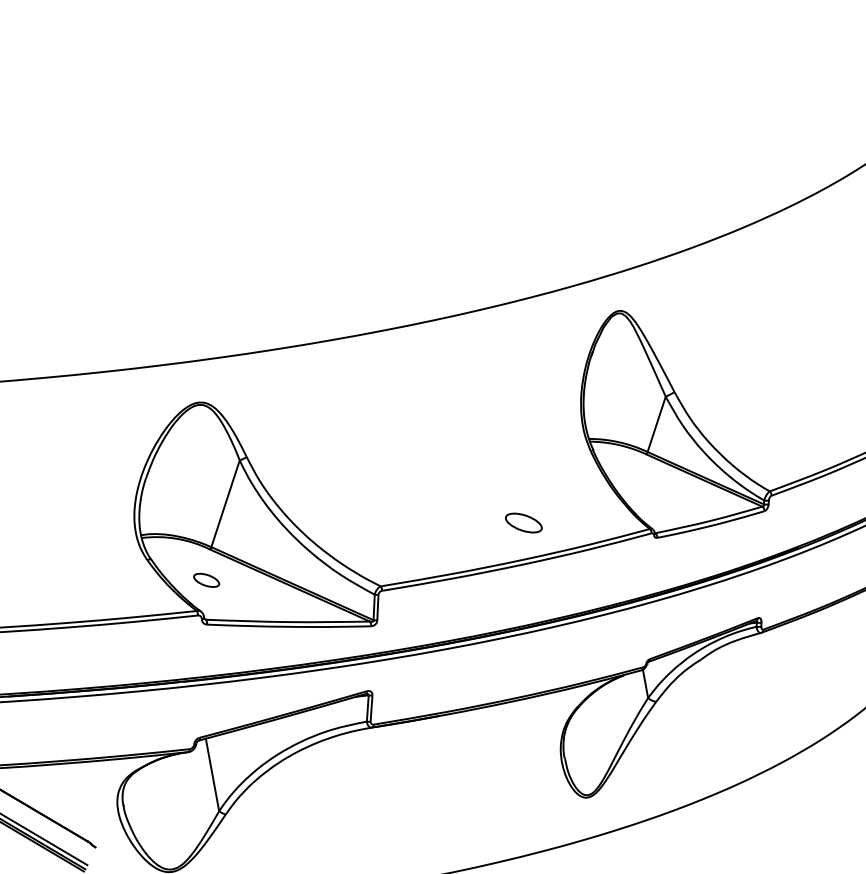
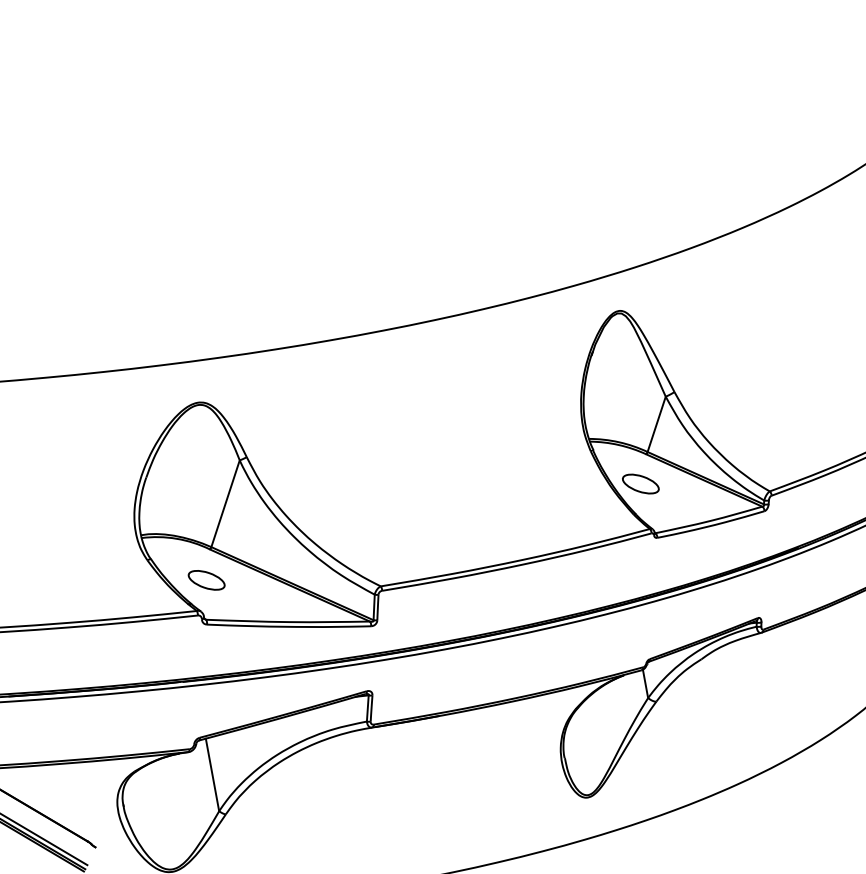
part at (523, 522) position: (523, 522) -> (640, 483)
part at (206, 579) size: 28x16 px -> 39x21 px
